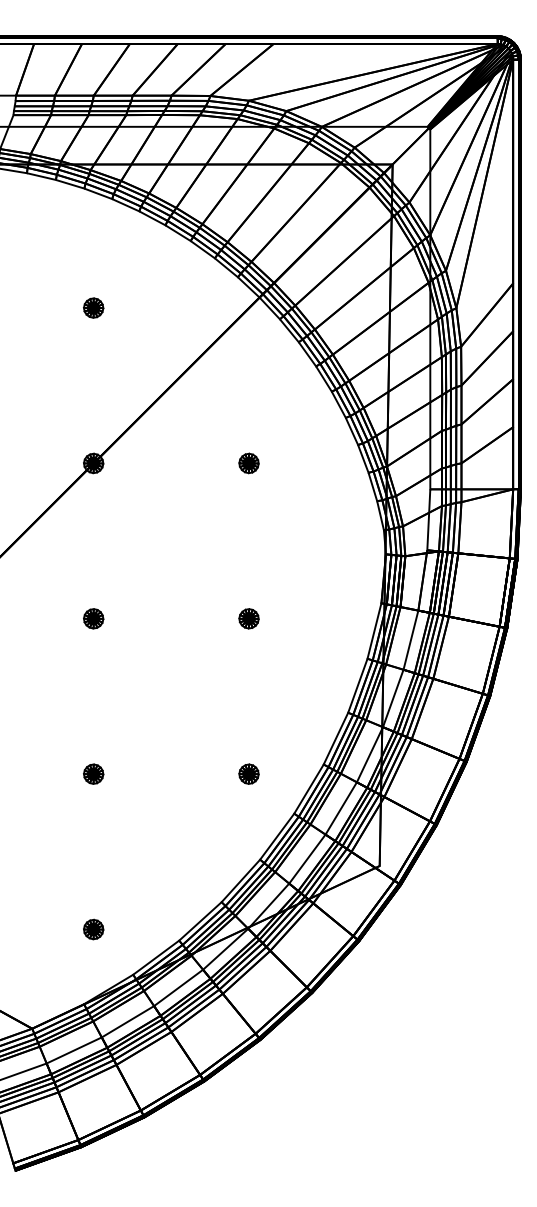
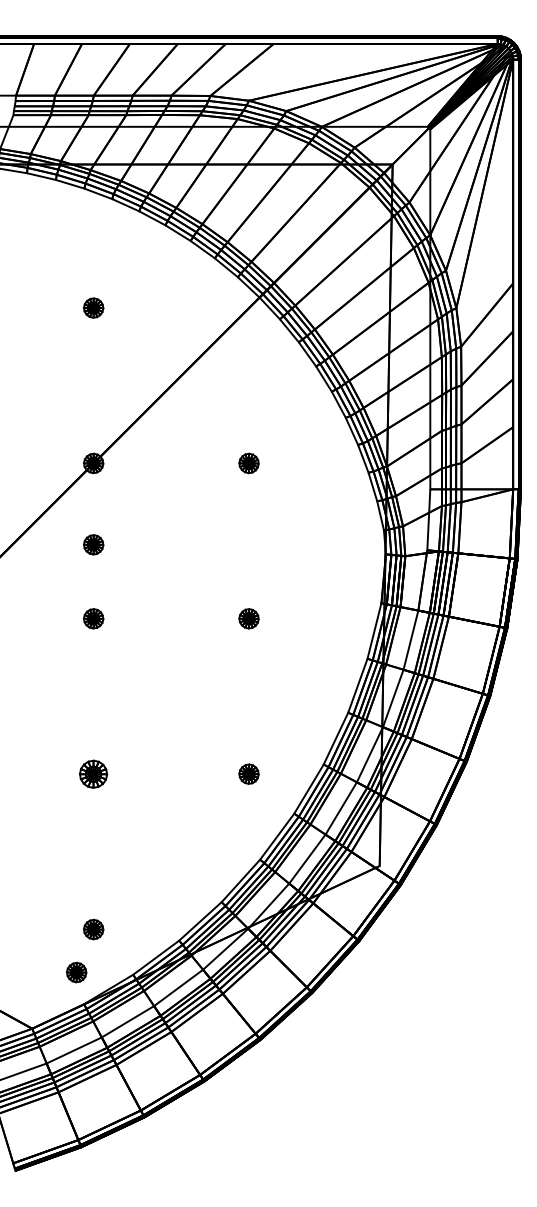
part at (93, 544): none -> present
part at (93, 773) size: 22x22 px -> 30x30 px
part at (76, 972): none -> present
